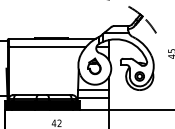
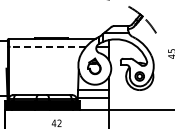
line at (47, 46): solid -> dashed
